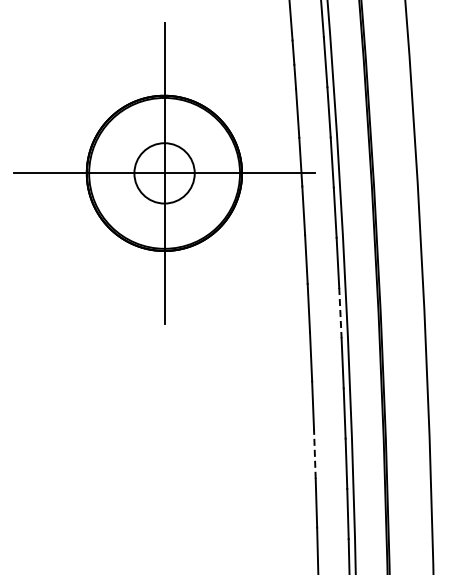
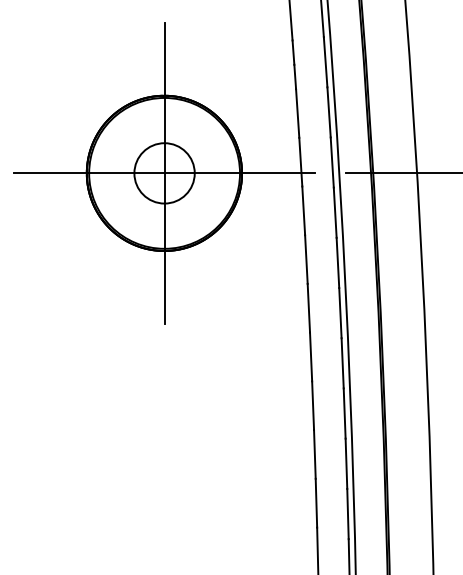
line at (402, 173): none -> present
line at (340, 313): dashed -> solid
line at (314, 453): dashed -> solid
